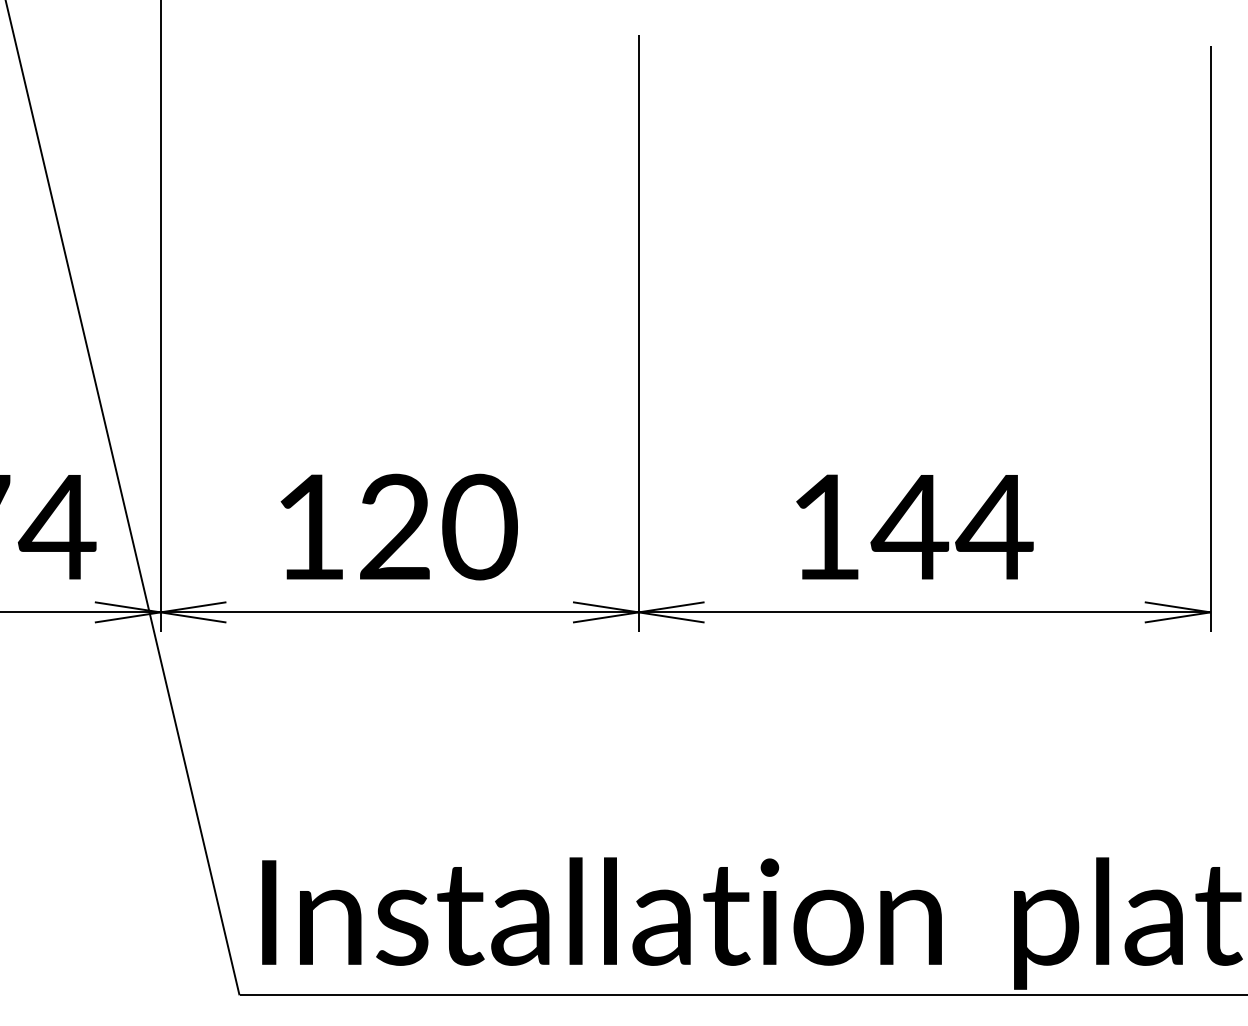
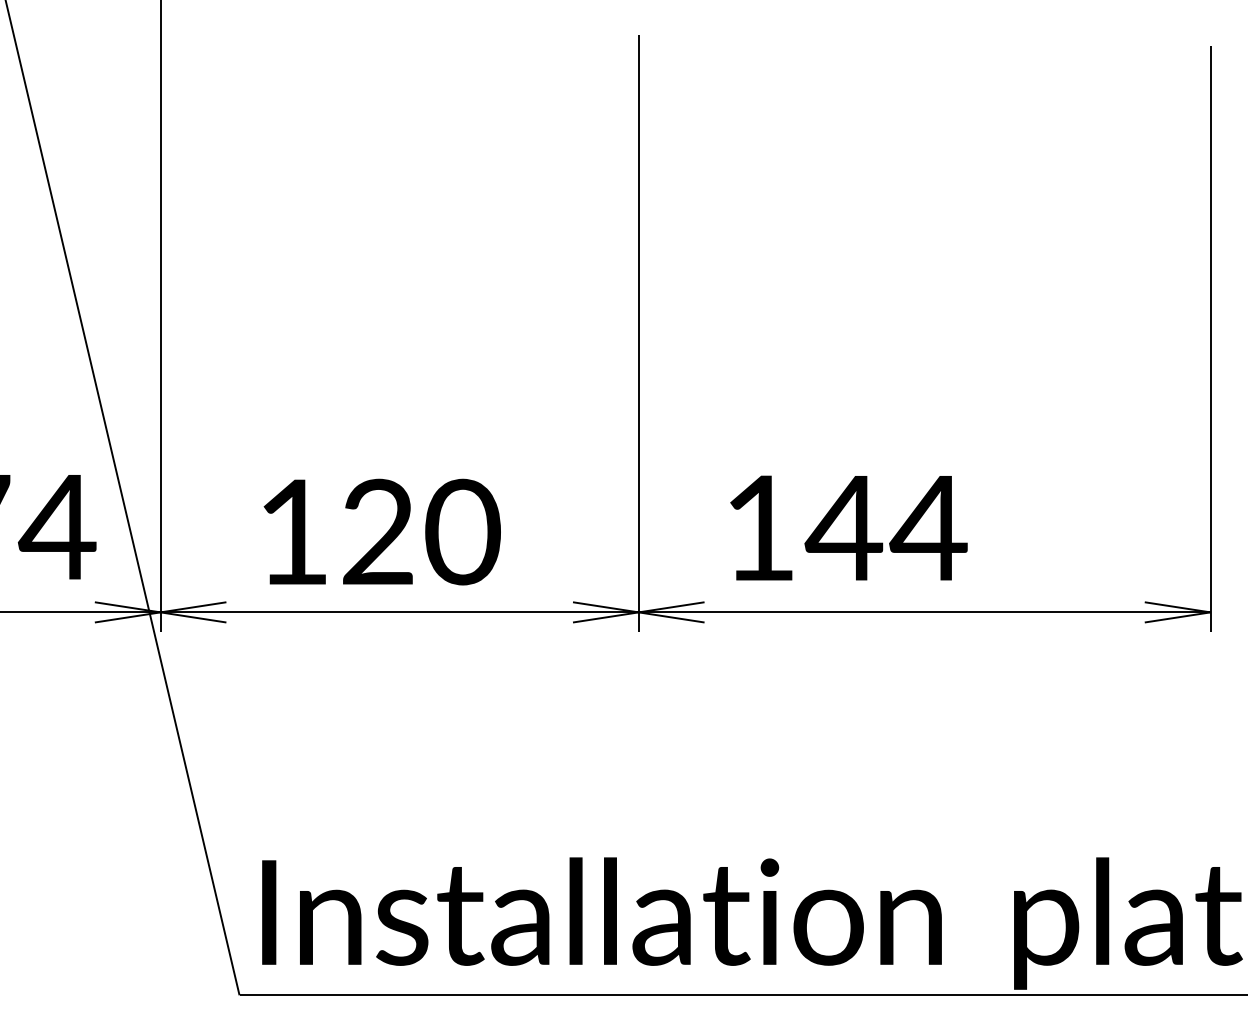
text at (398, 526) position: (398, 526) -> (381, 531)
text at (914, 526) position: (914, 526) -> (848, 527)
